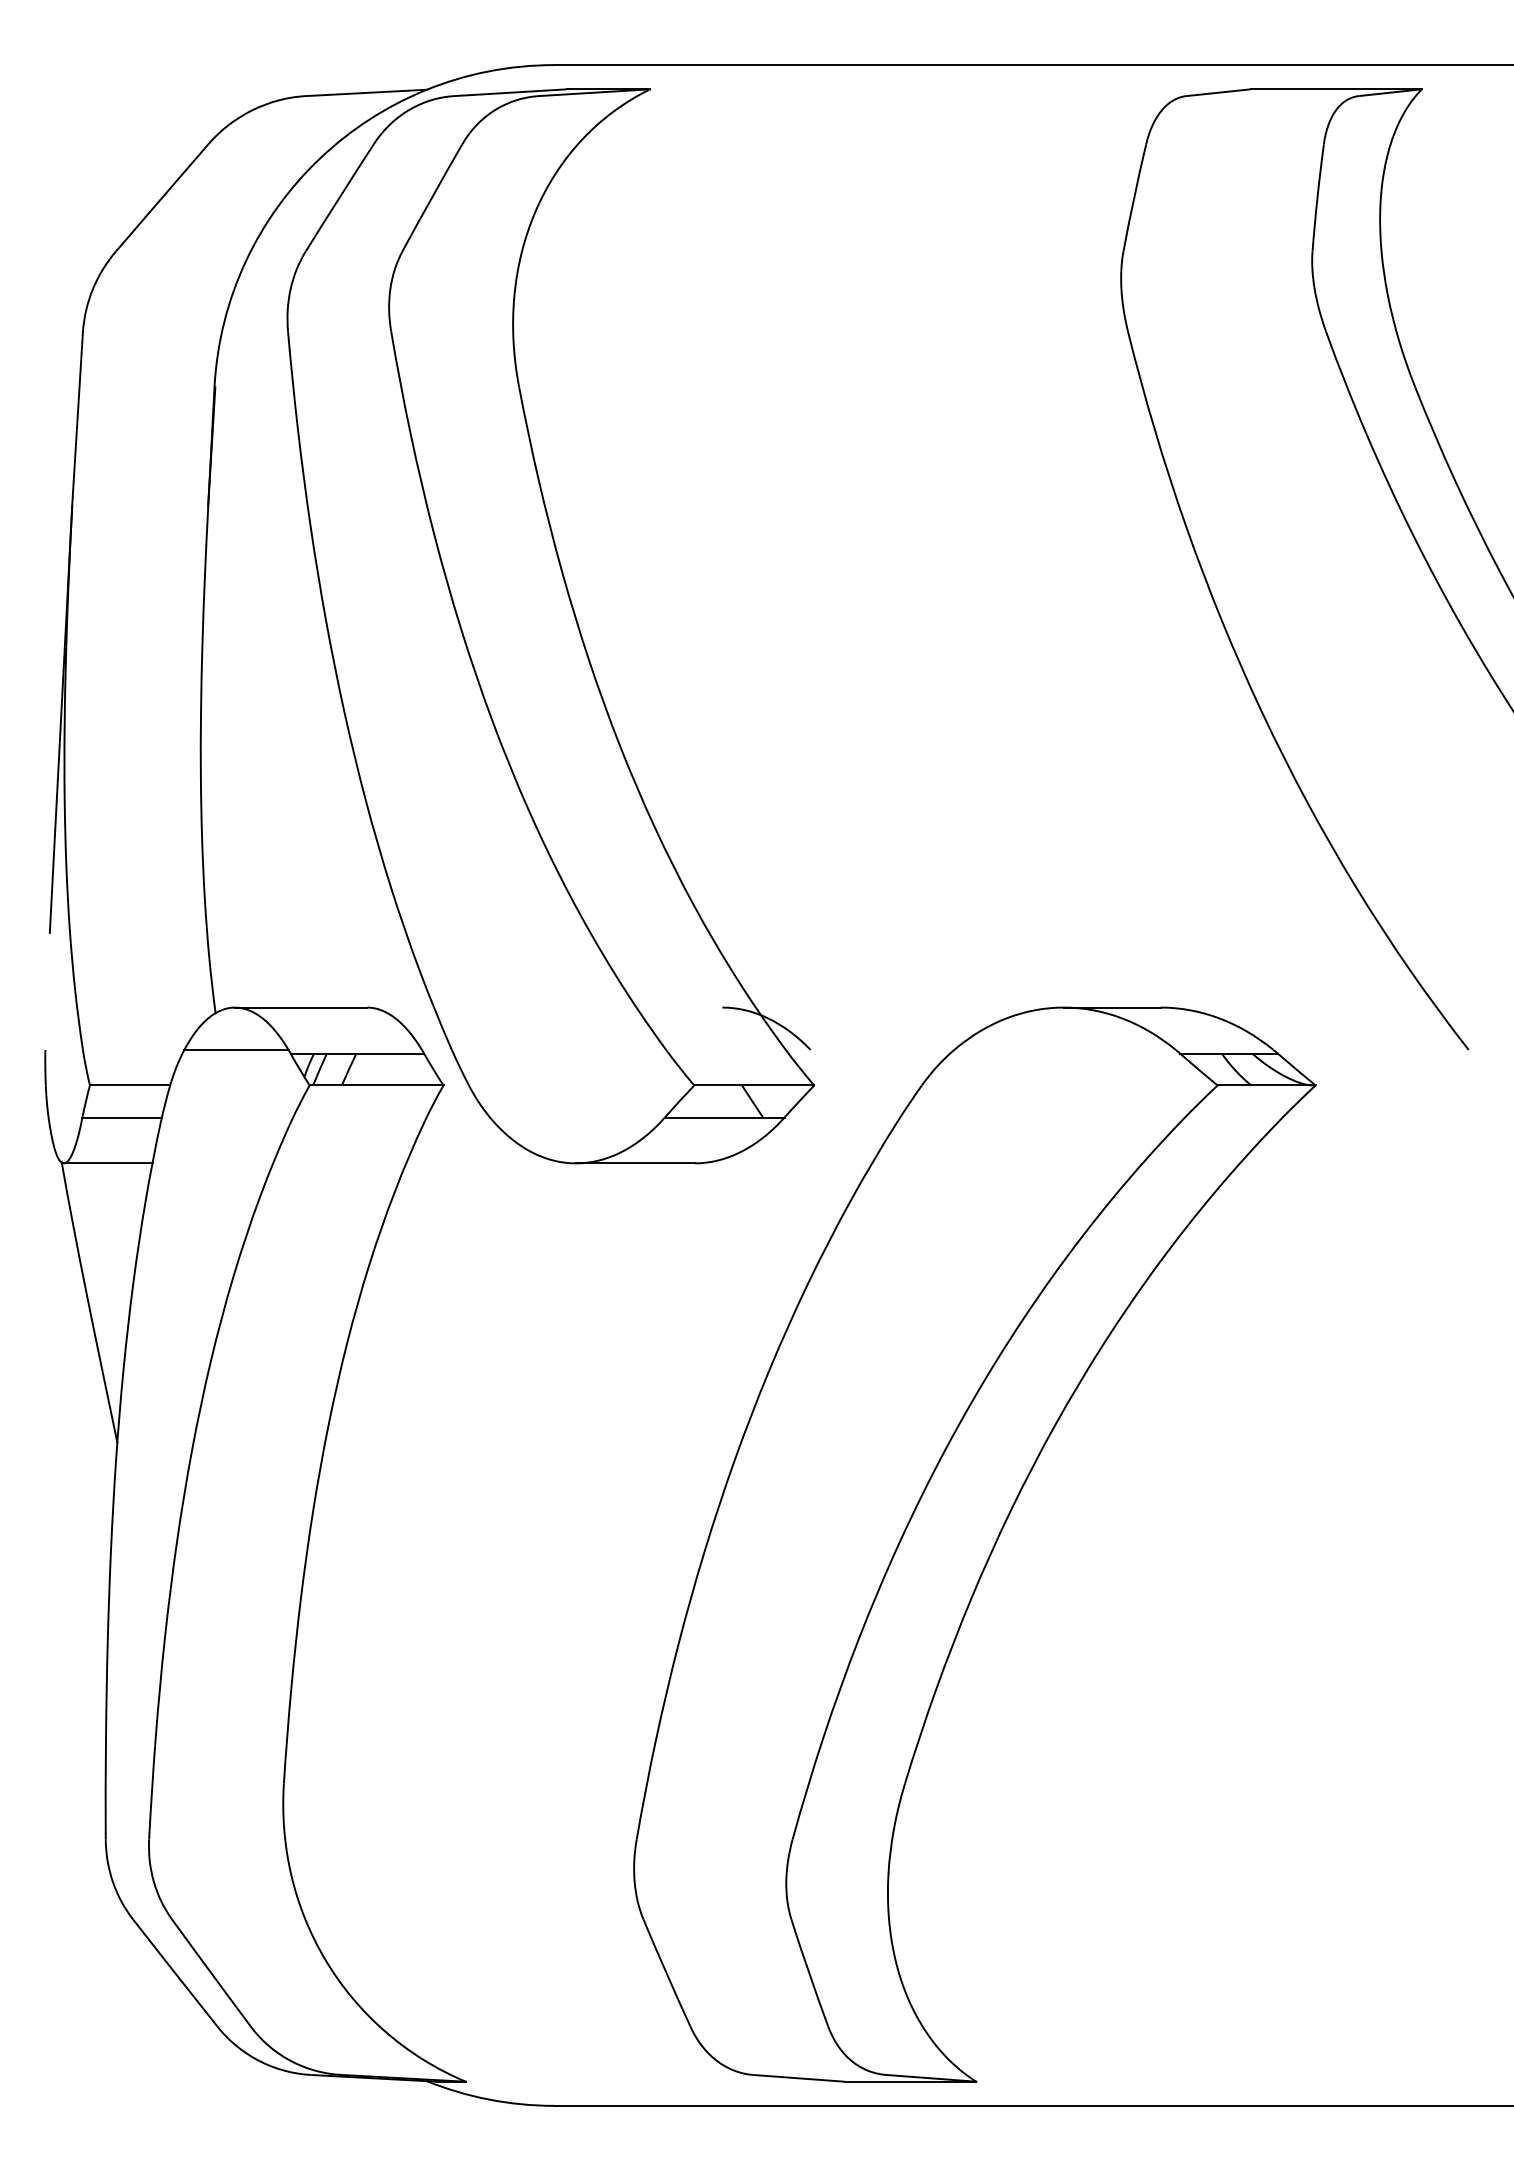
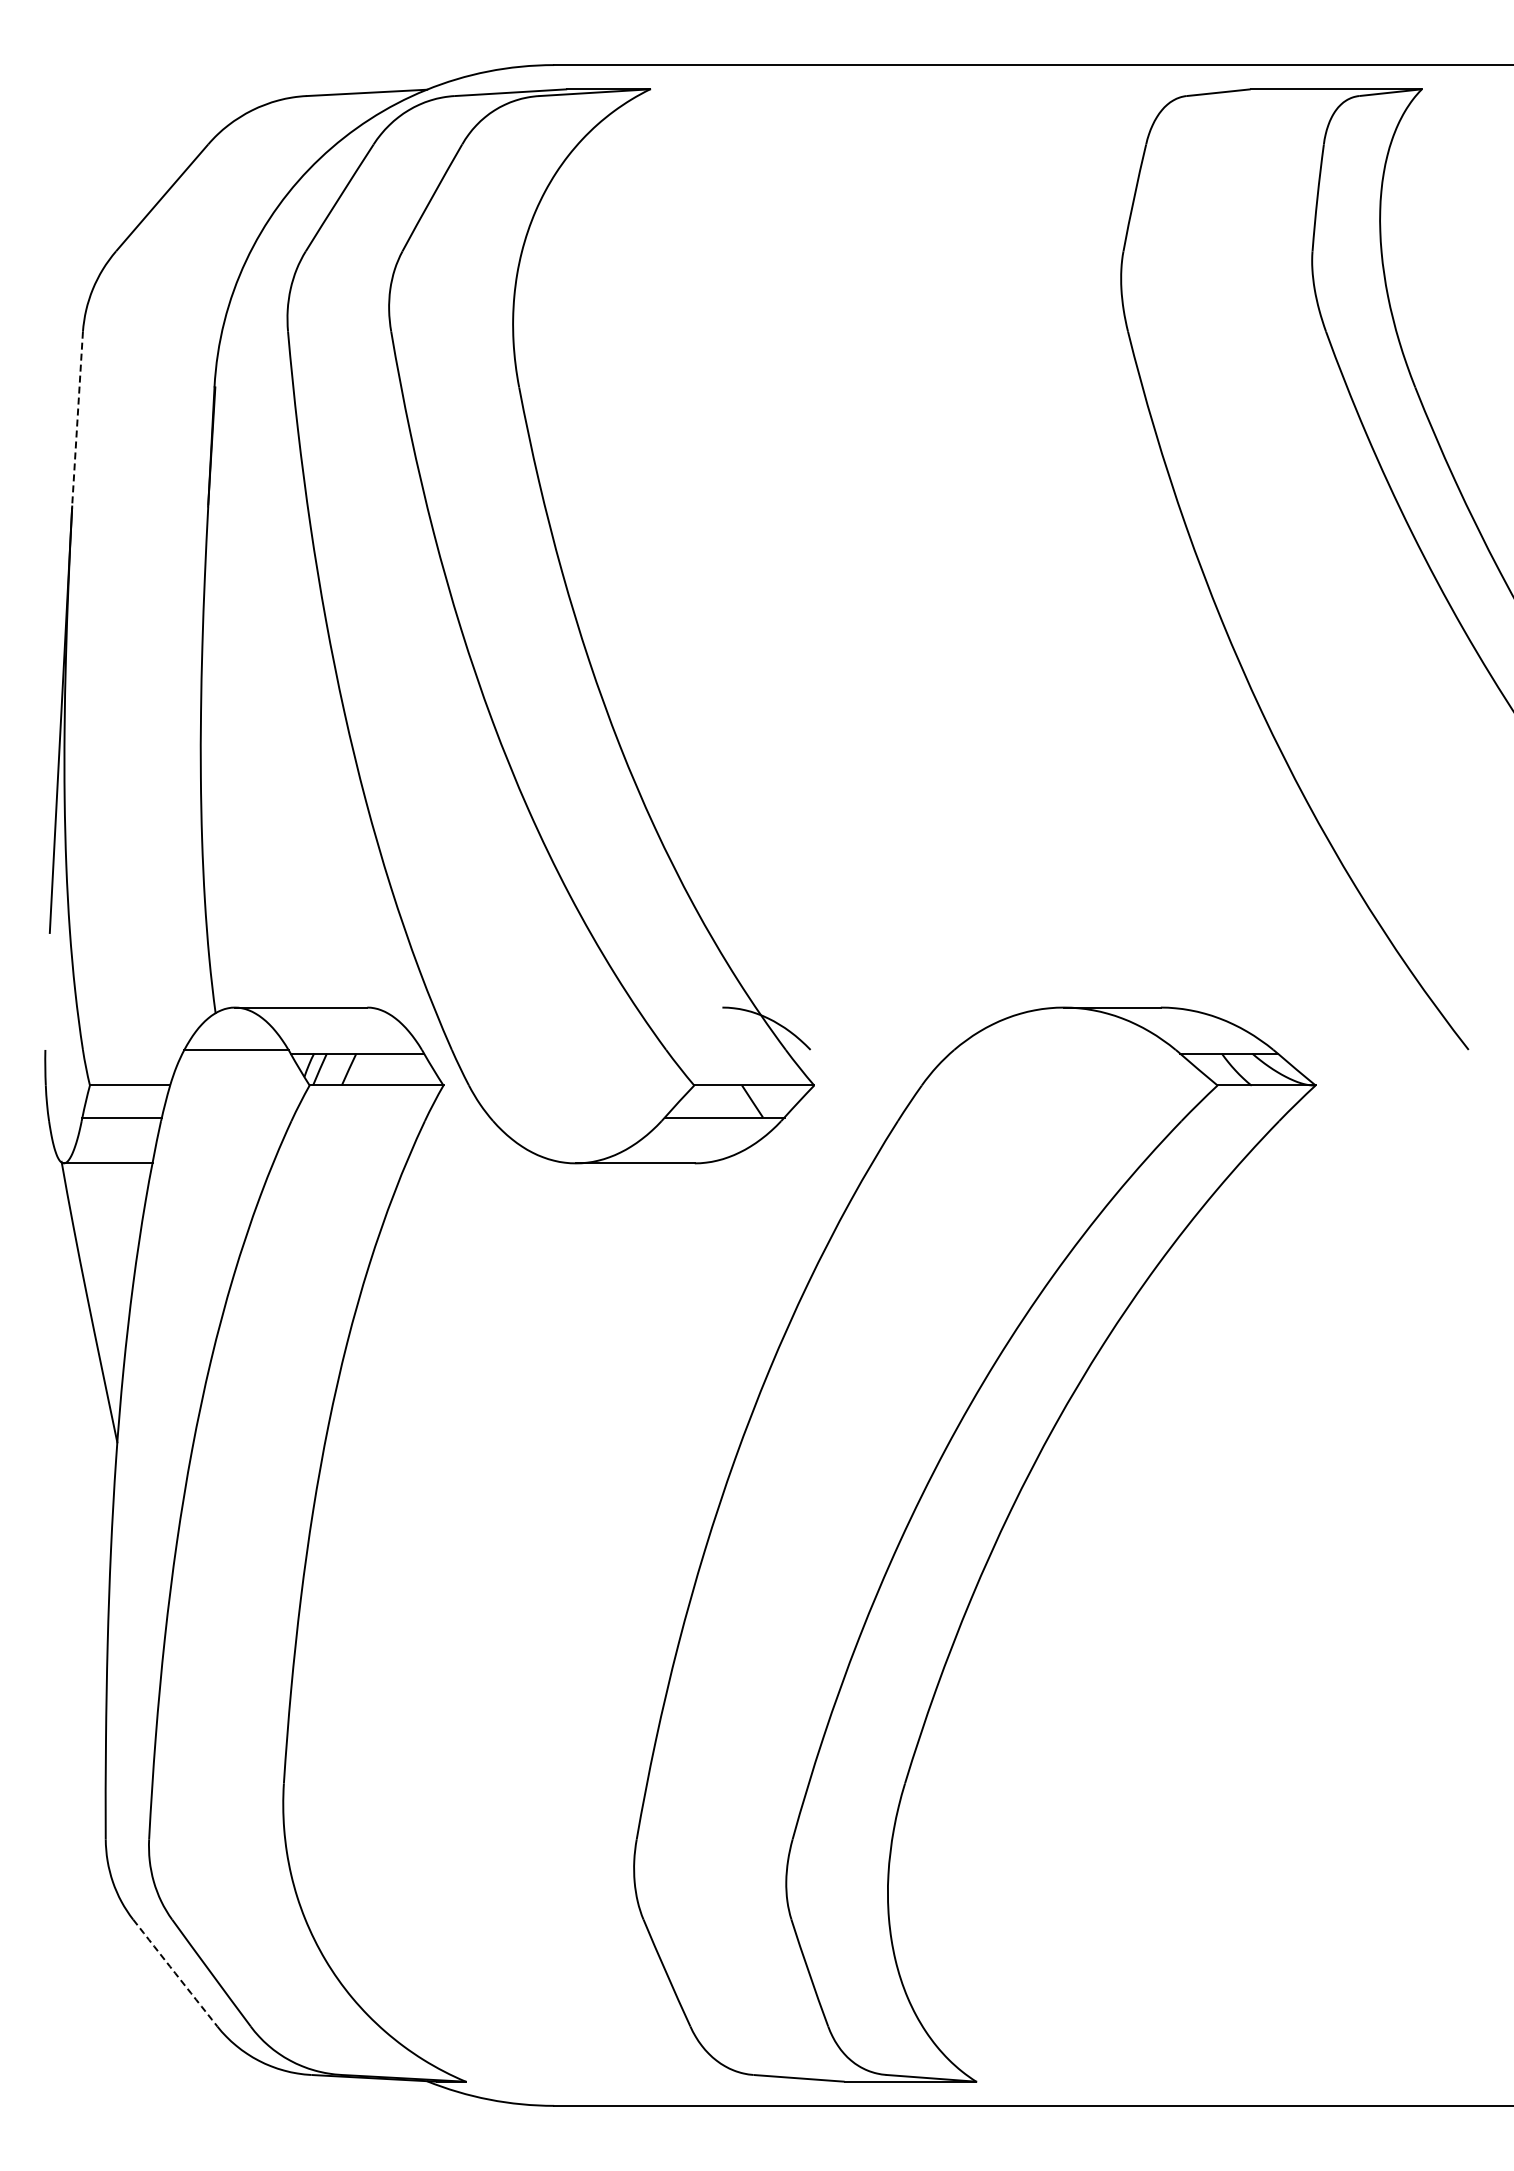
line at (77, 420): solid -> dashed
arc at (175, 1973): solid -> dashed
